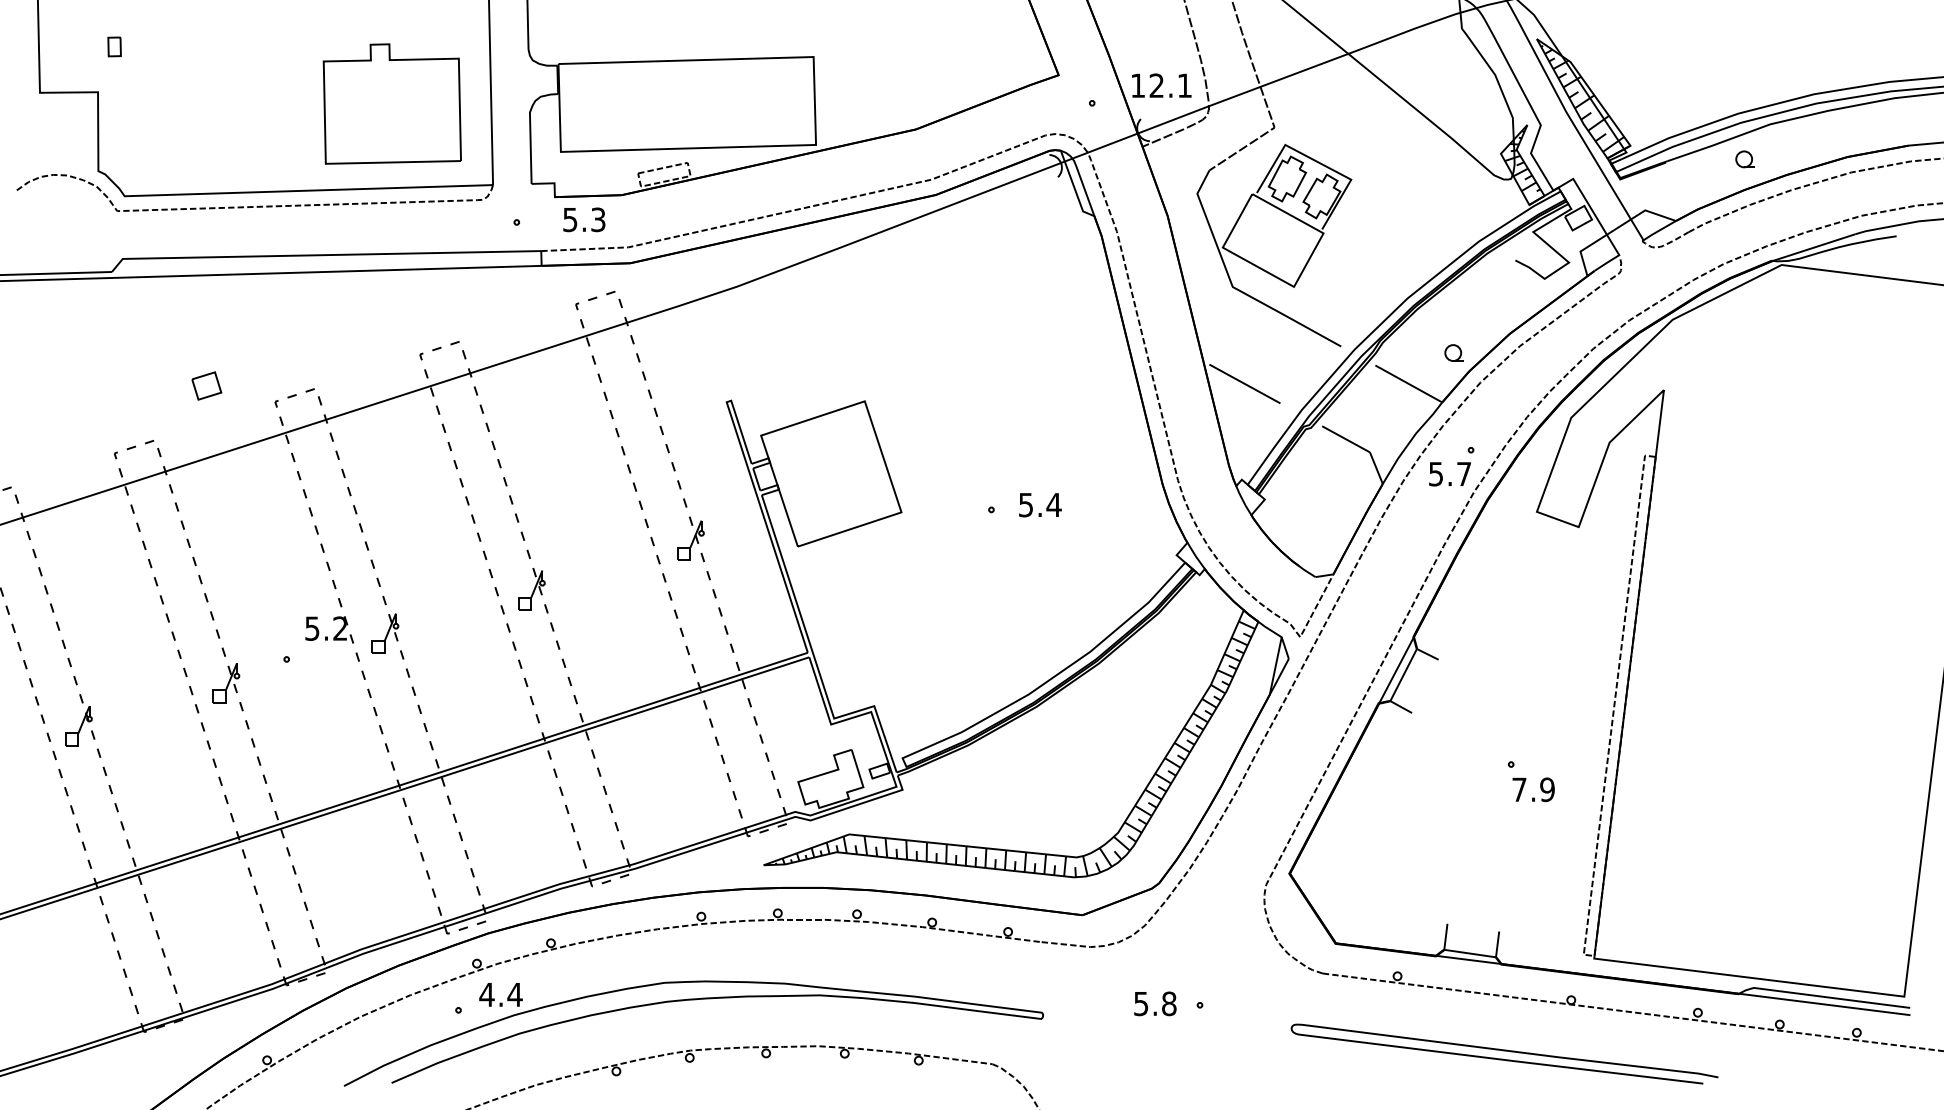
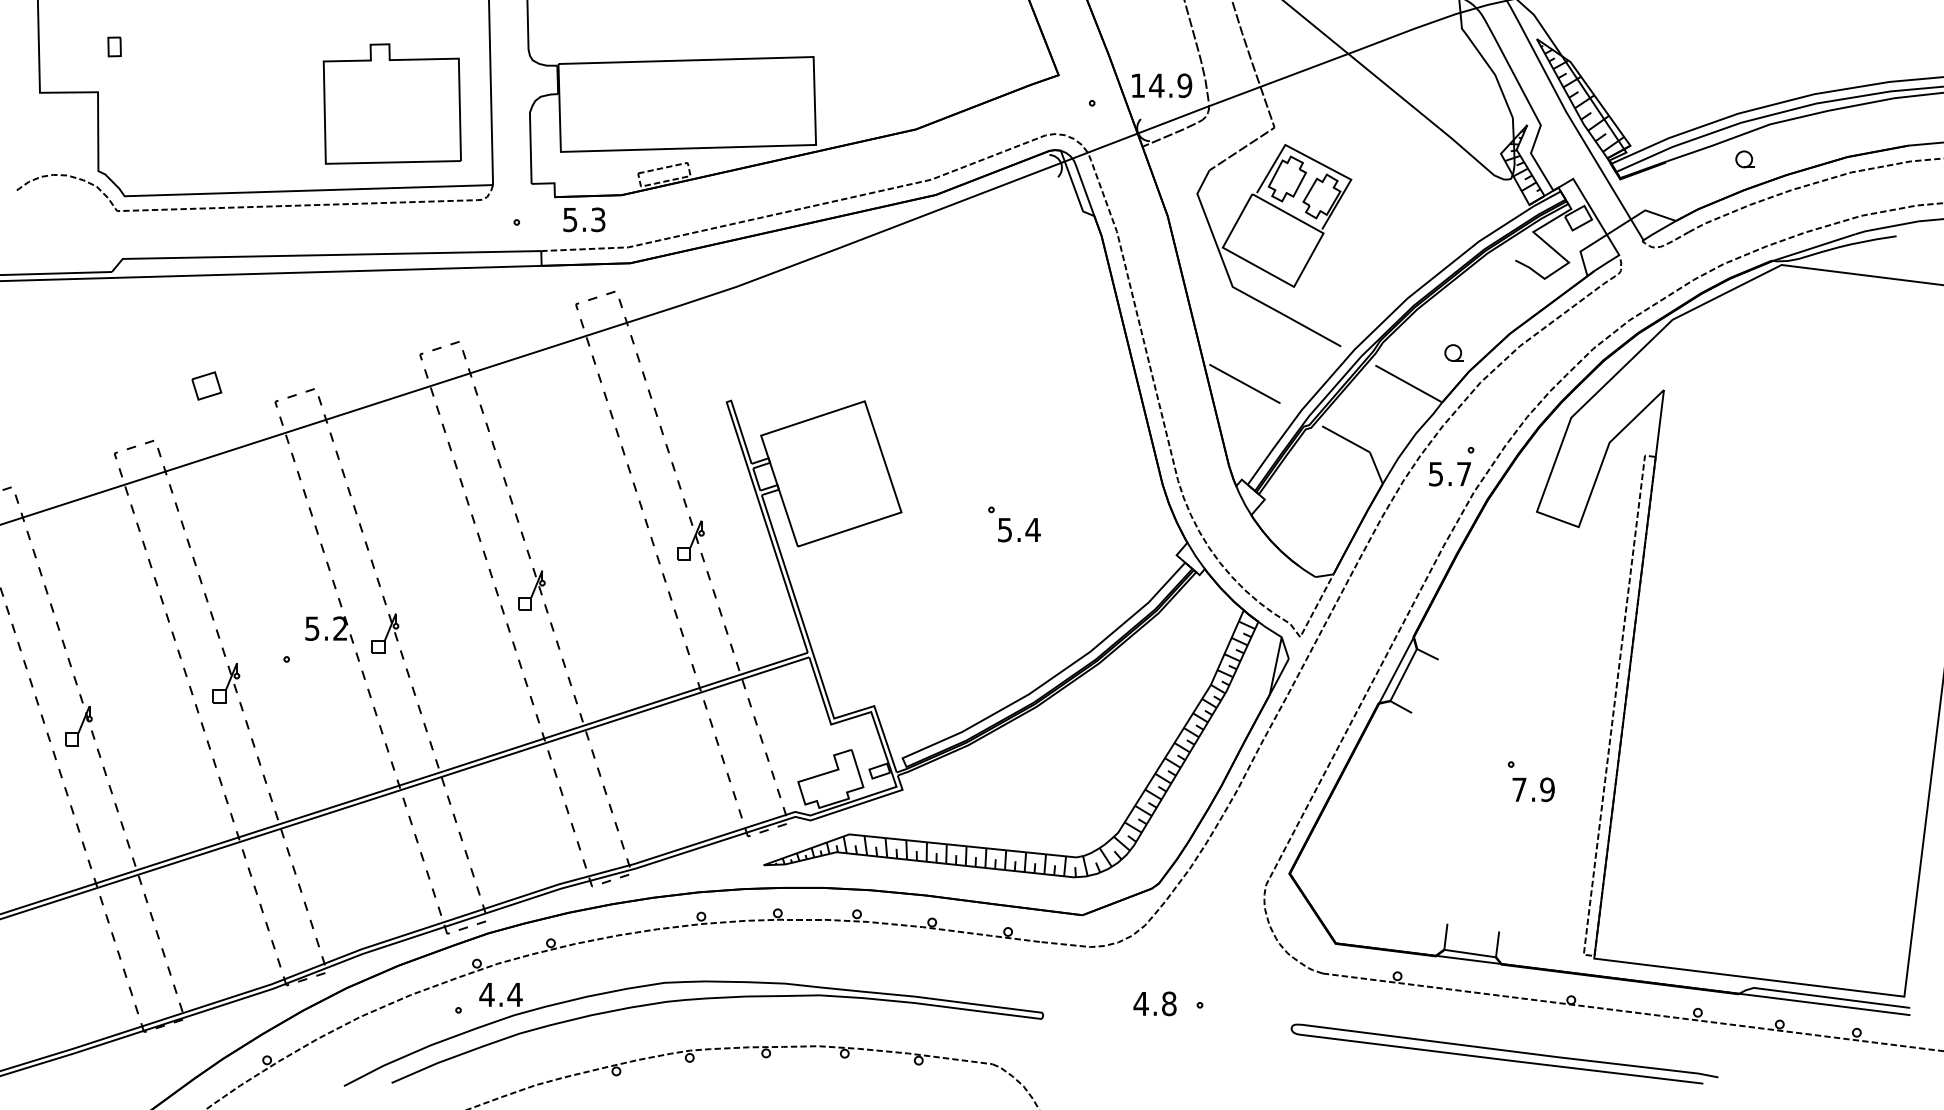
text at (1170, 85): 12.1 -> 14.9
text at (1040, 505) position: (1040, 505) -> (1019, 530)
text at (1140, 1004): 5.8 -> 4.8
